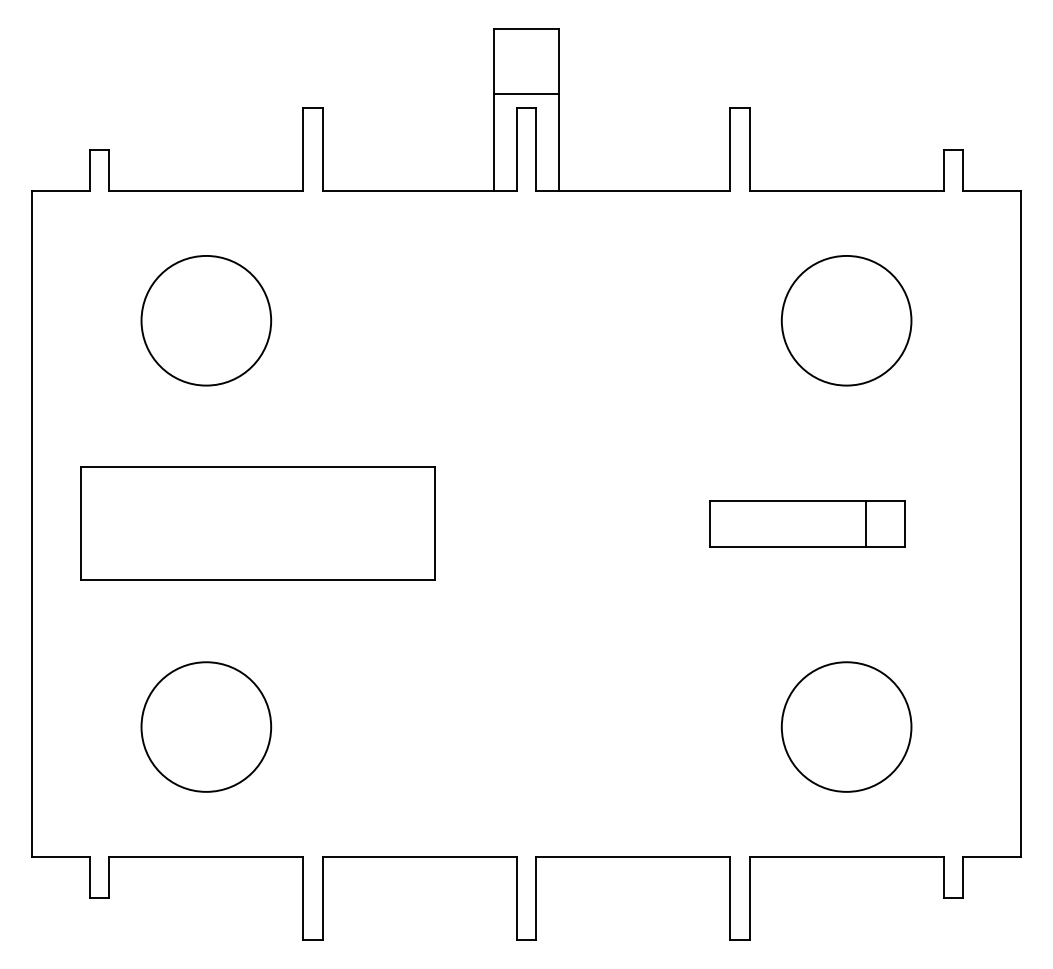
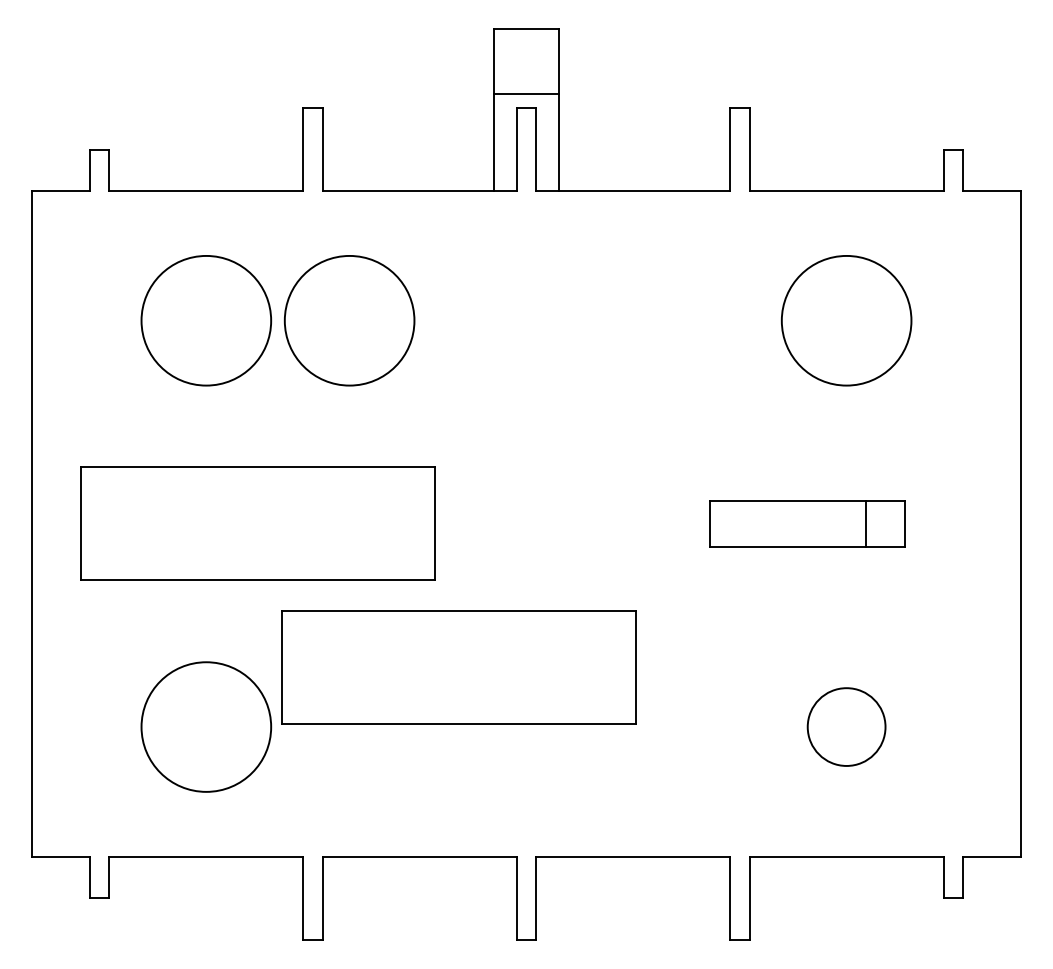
circle at (349, 320): none -> present
part at (458, 667): none -> present
circle at (846, 726) diameter: 130 px -> 78 px
